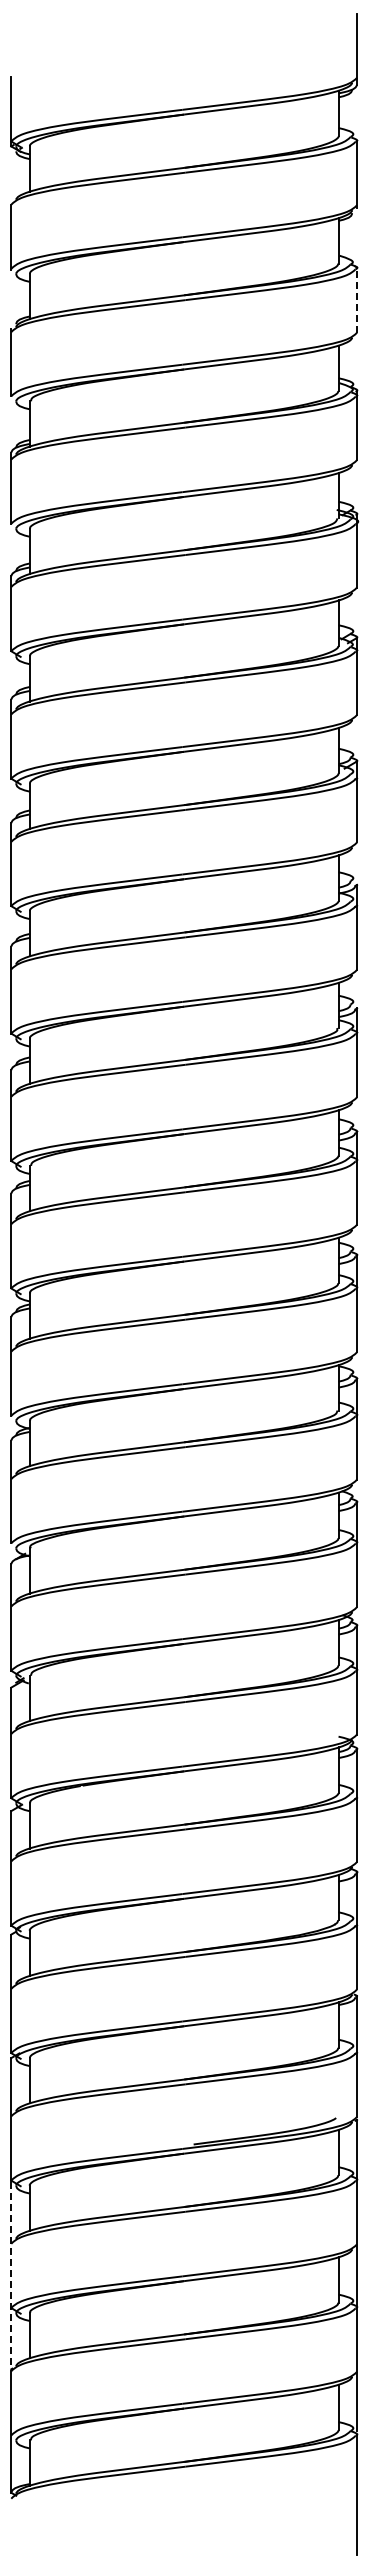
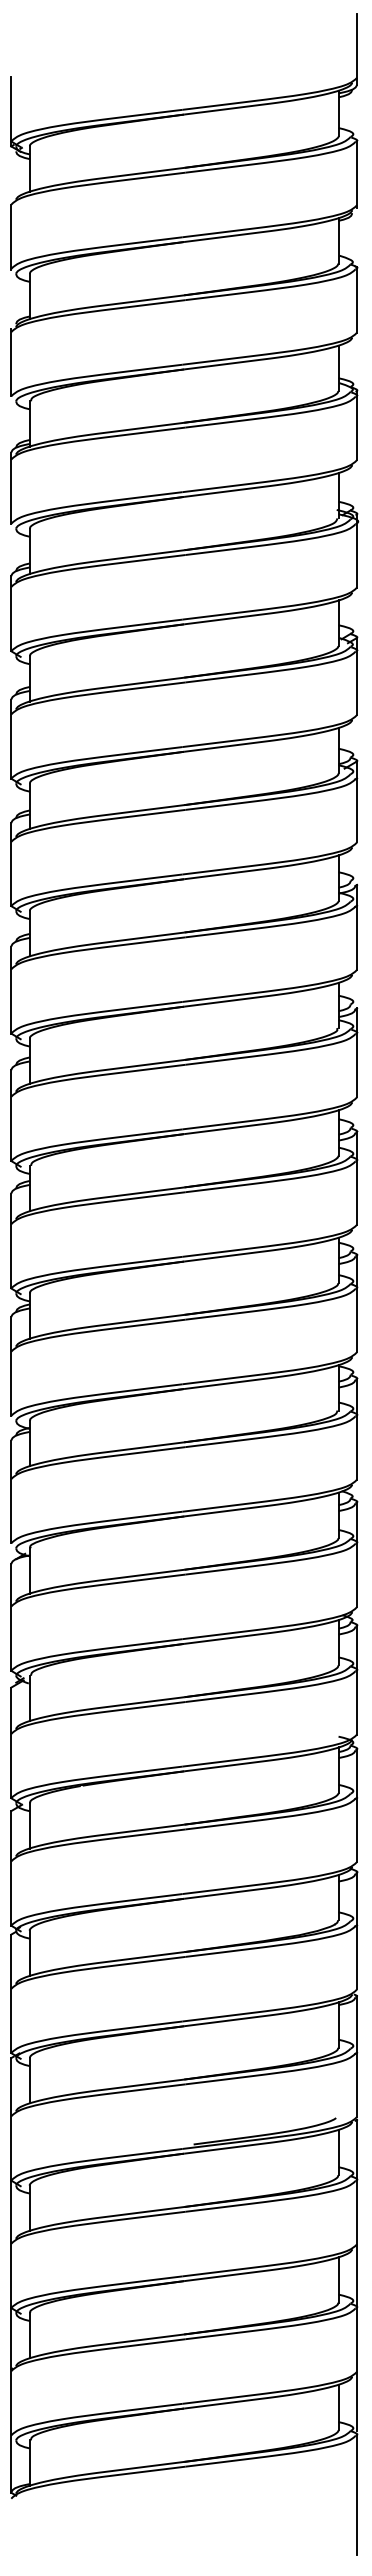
line at (357, 300): dashed -> solid
line at (11, 2275): dashed -> solid
